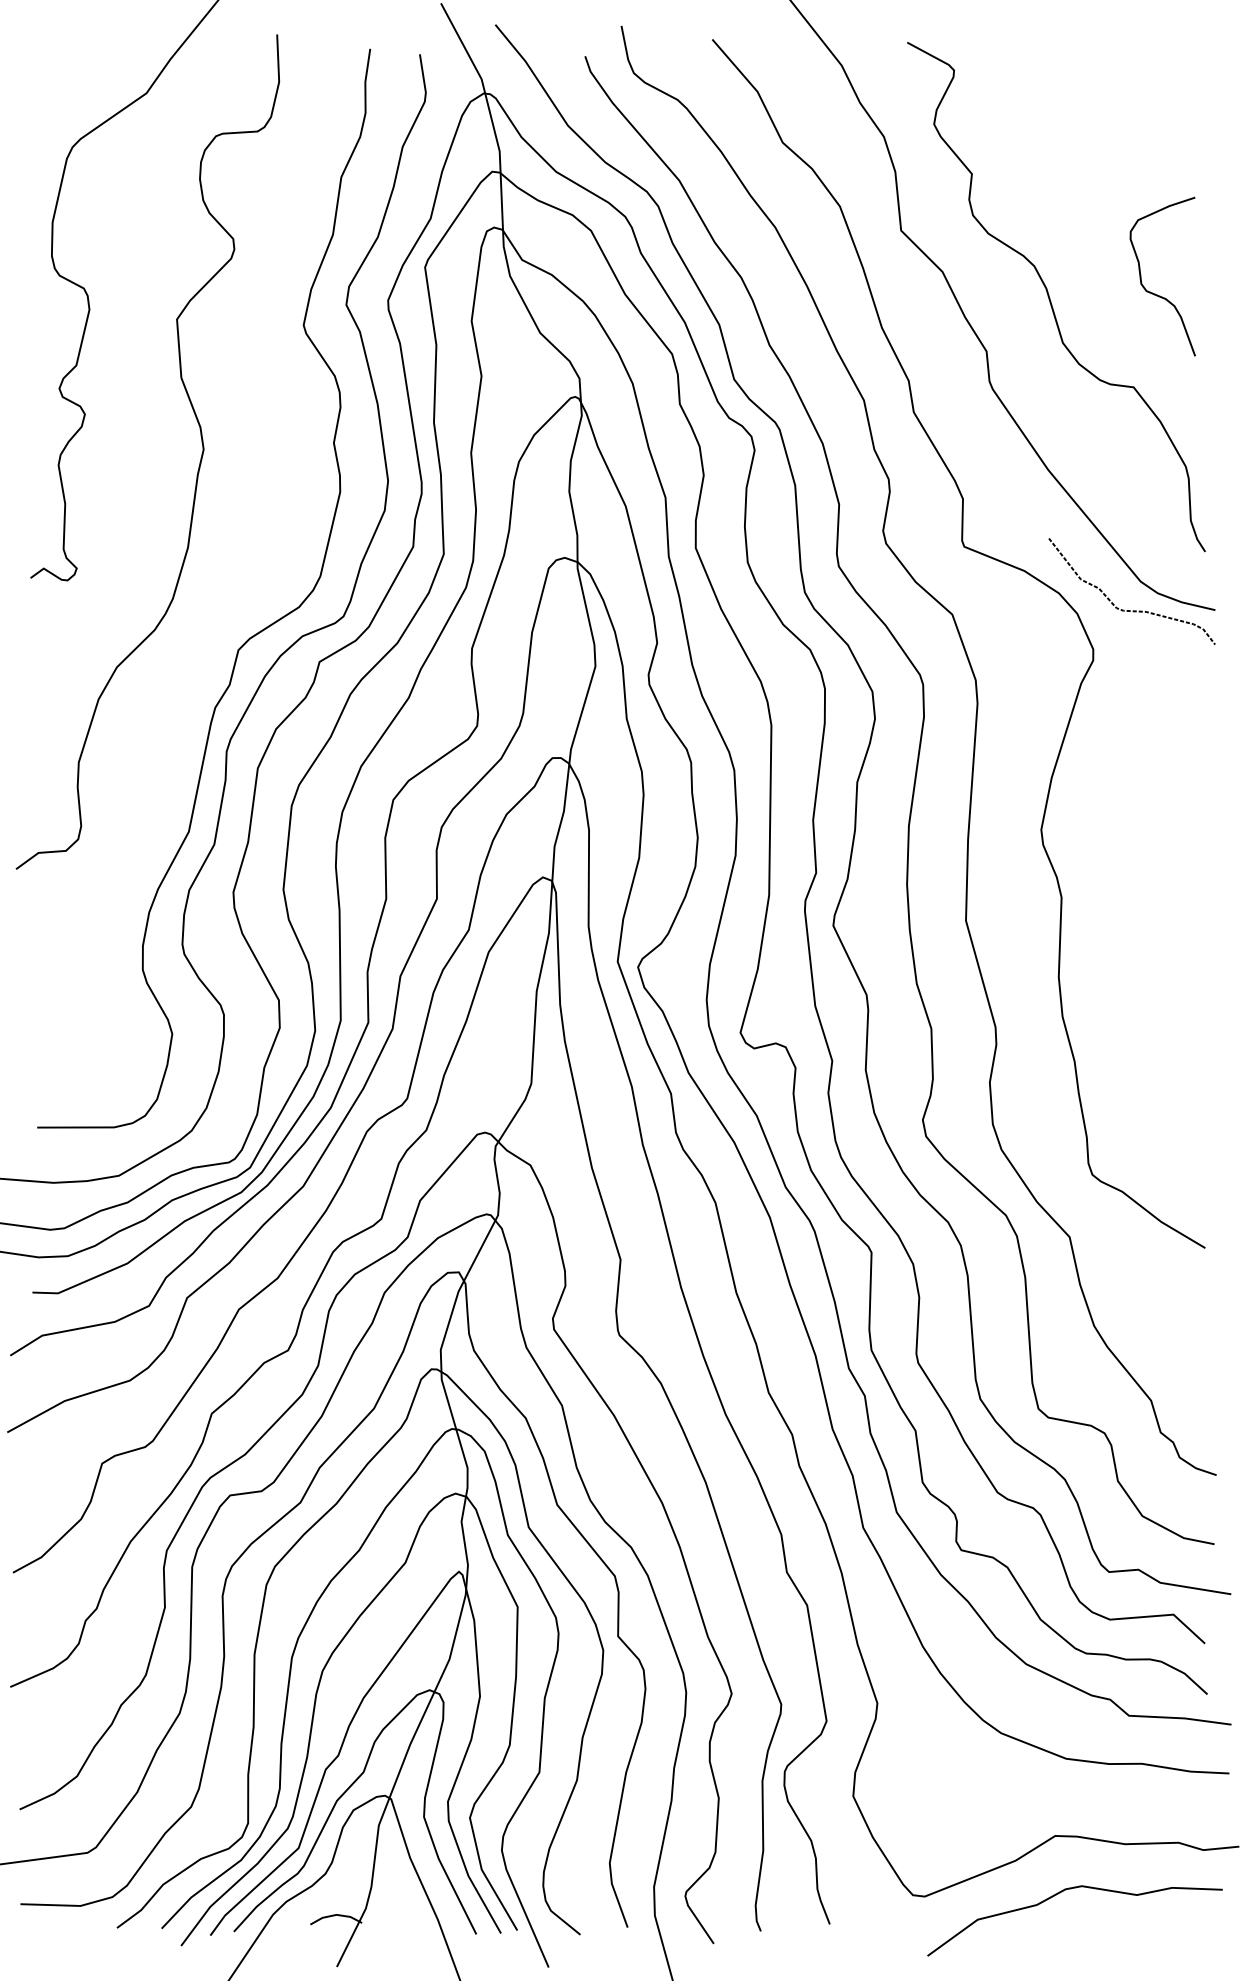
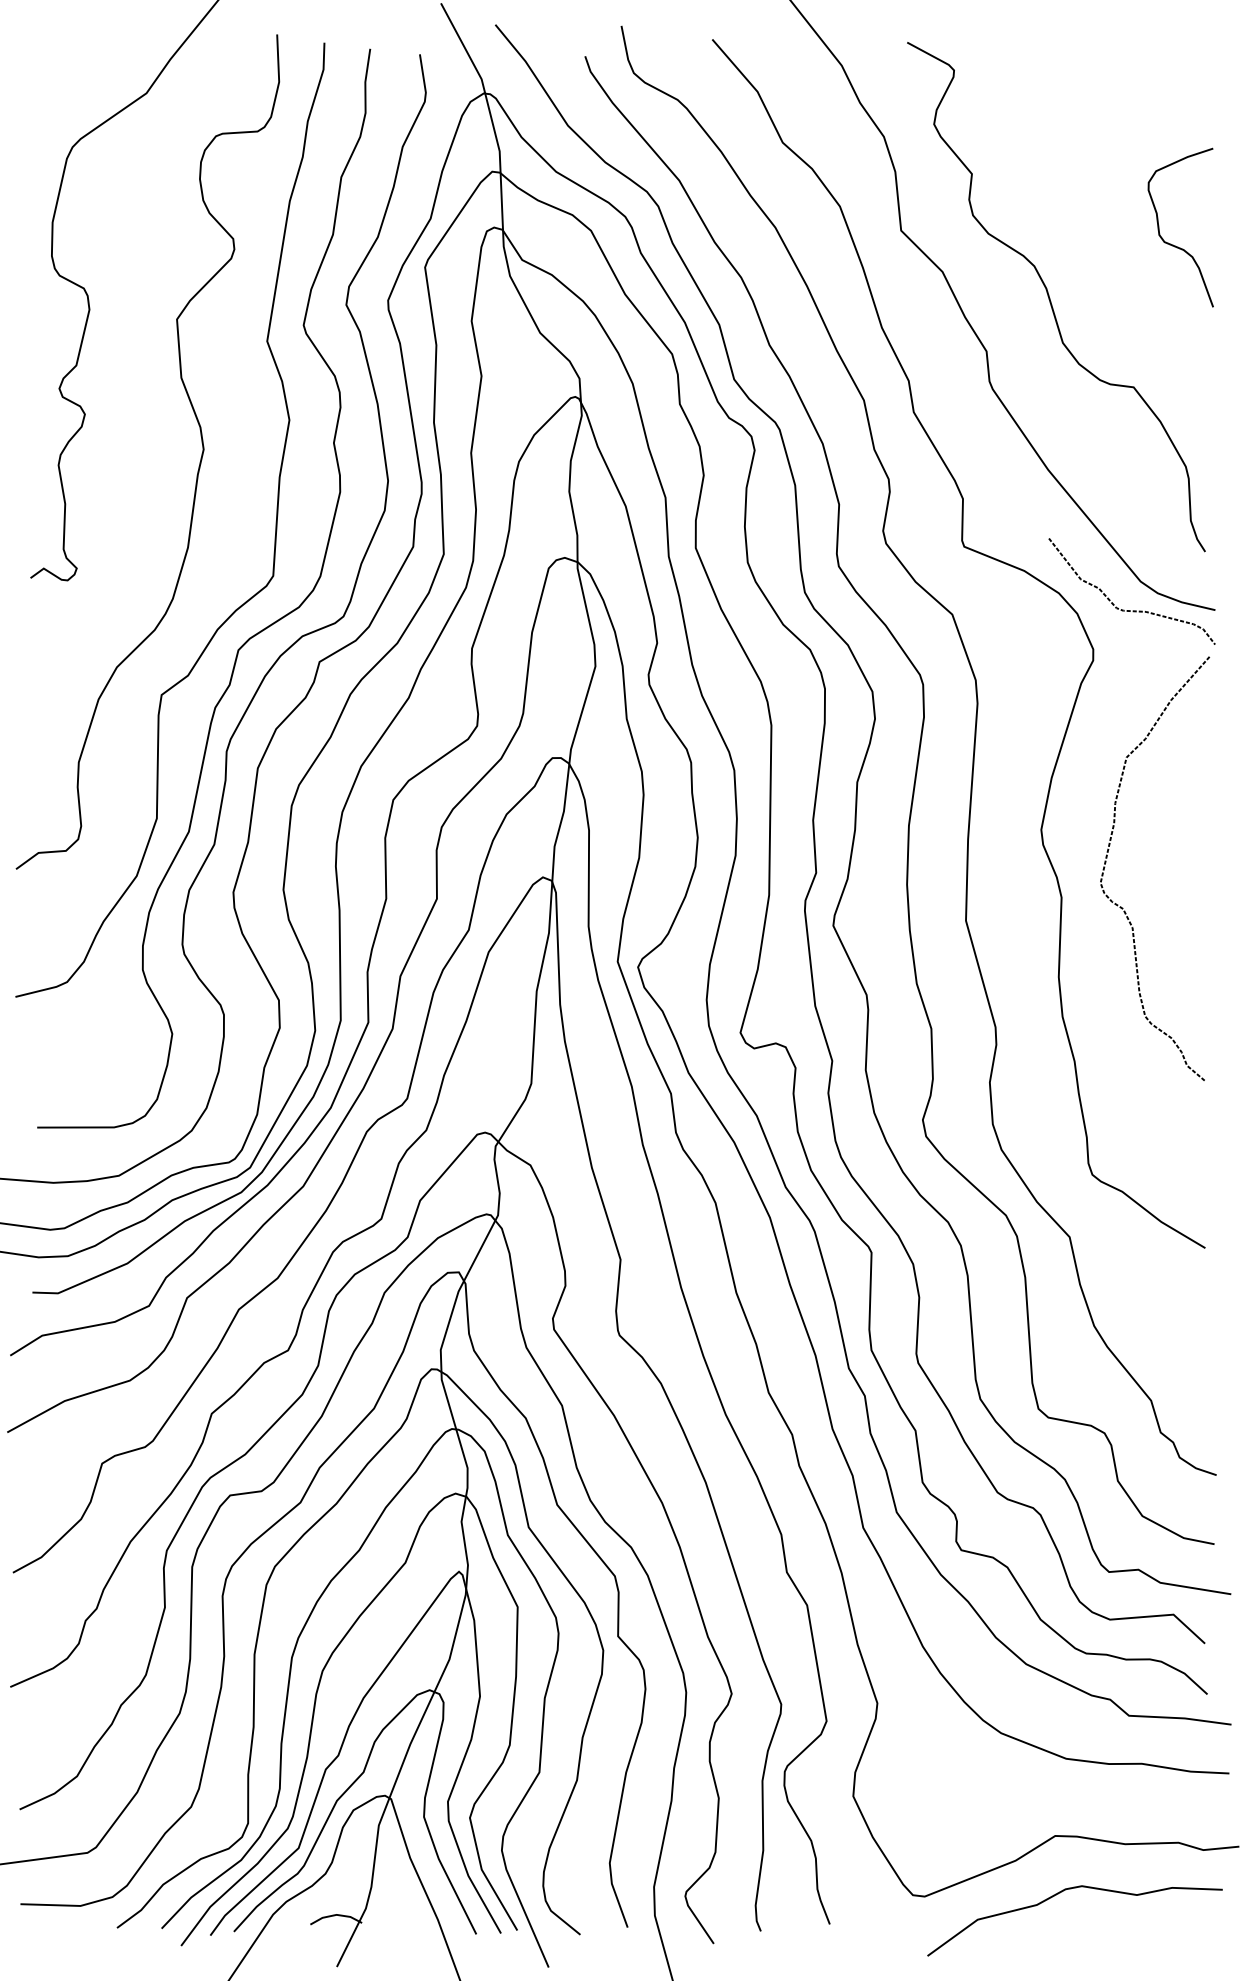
curve at (1155, 293) position: (1155, 293) -> (1173, 244)
curve at (275, 521): none -> present
curve at (1107, 858): none -> present
